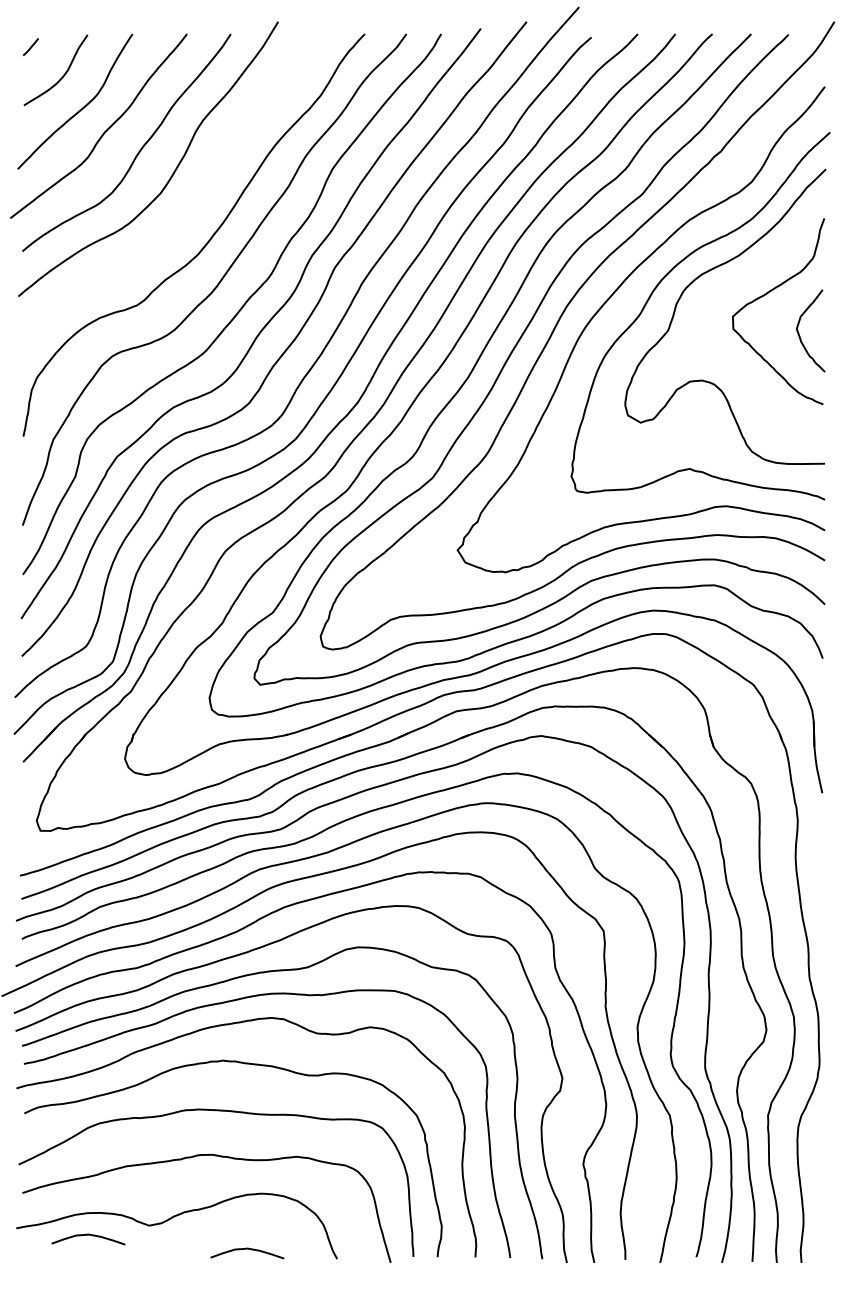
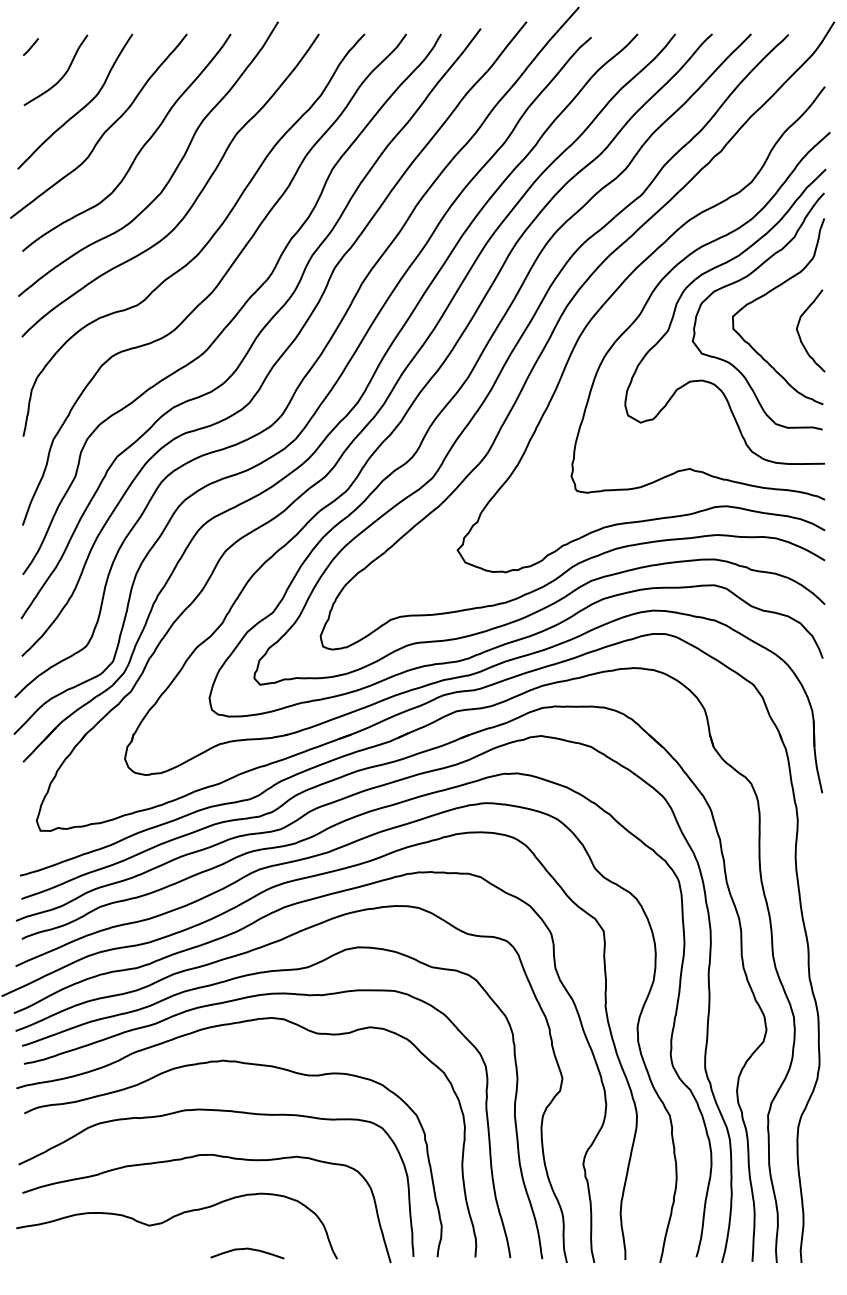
curve at (195, 198): none -> present
curve at (741, 280): none -> present
curve at (88, 1235): present -> none
